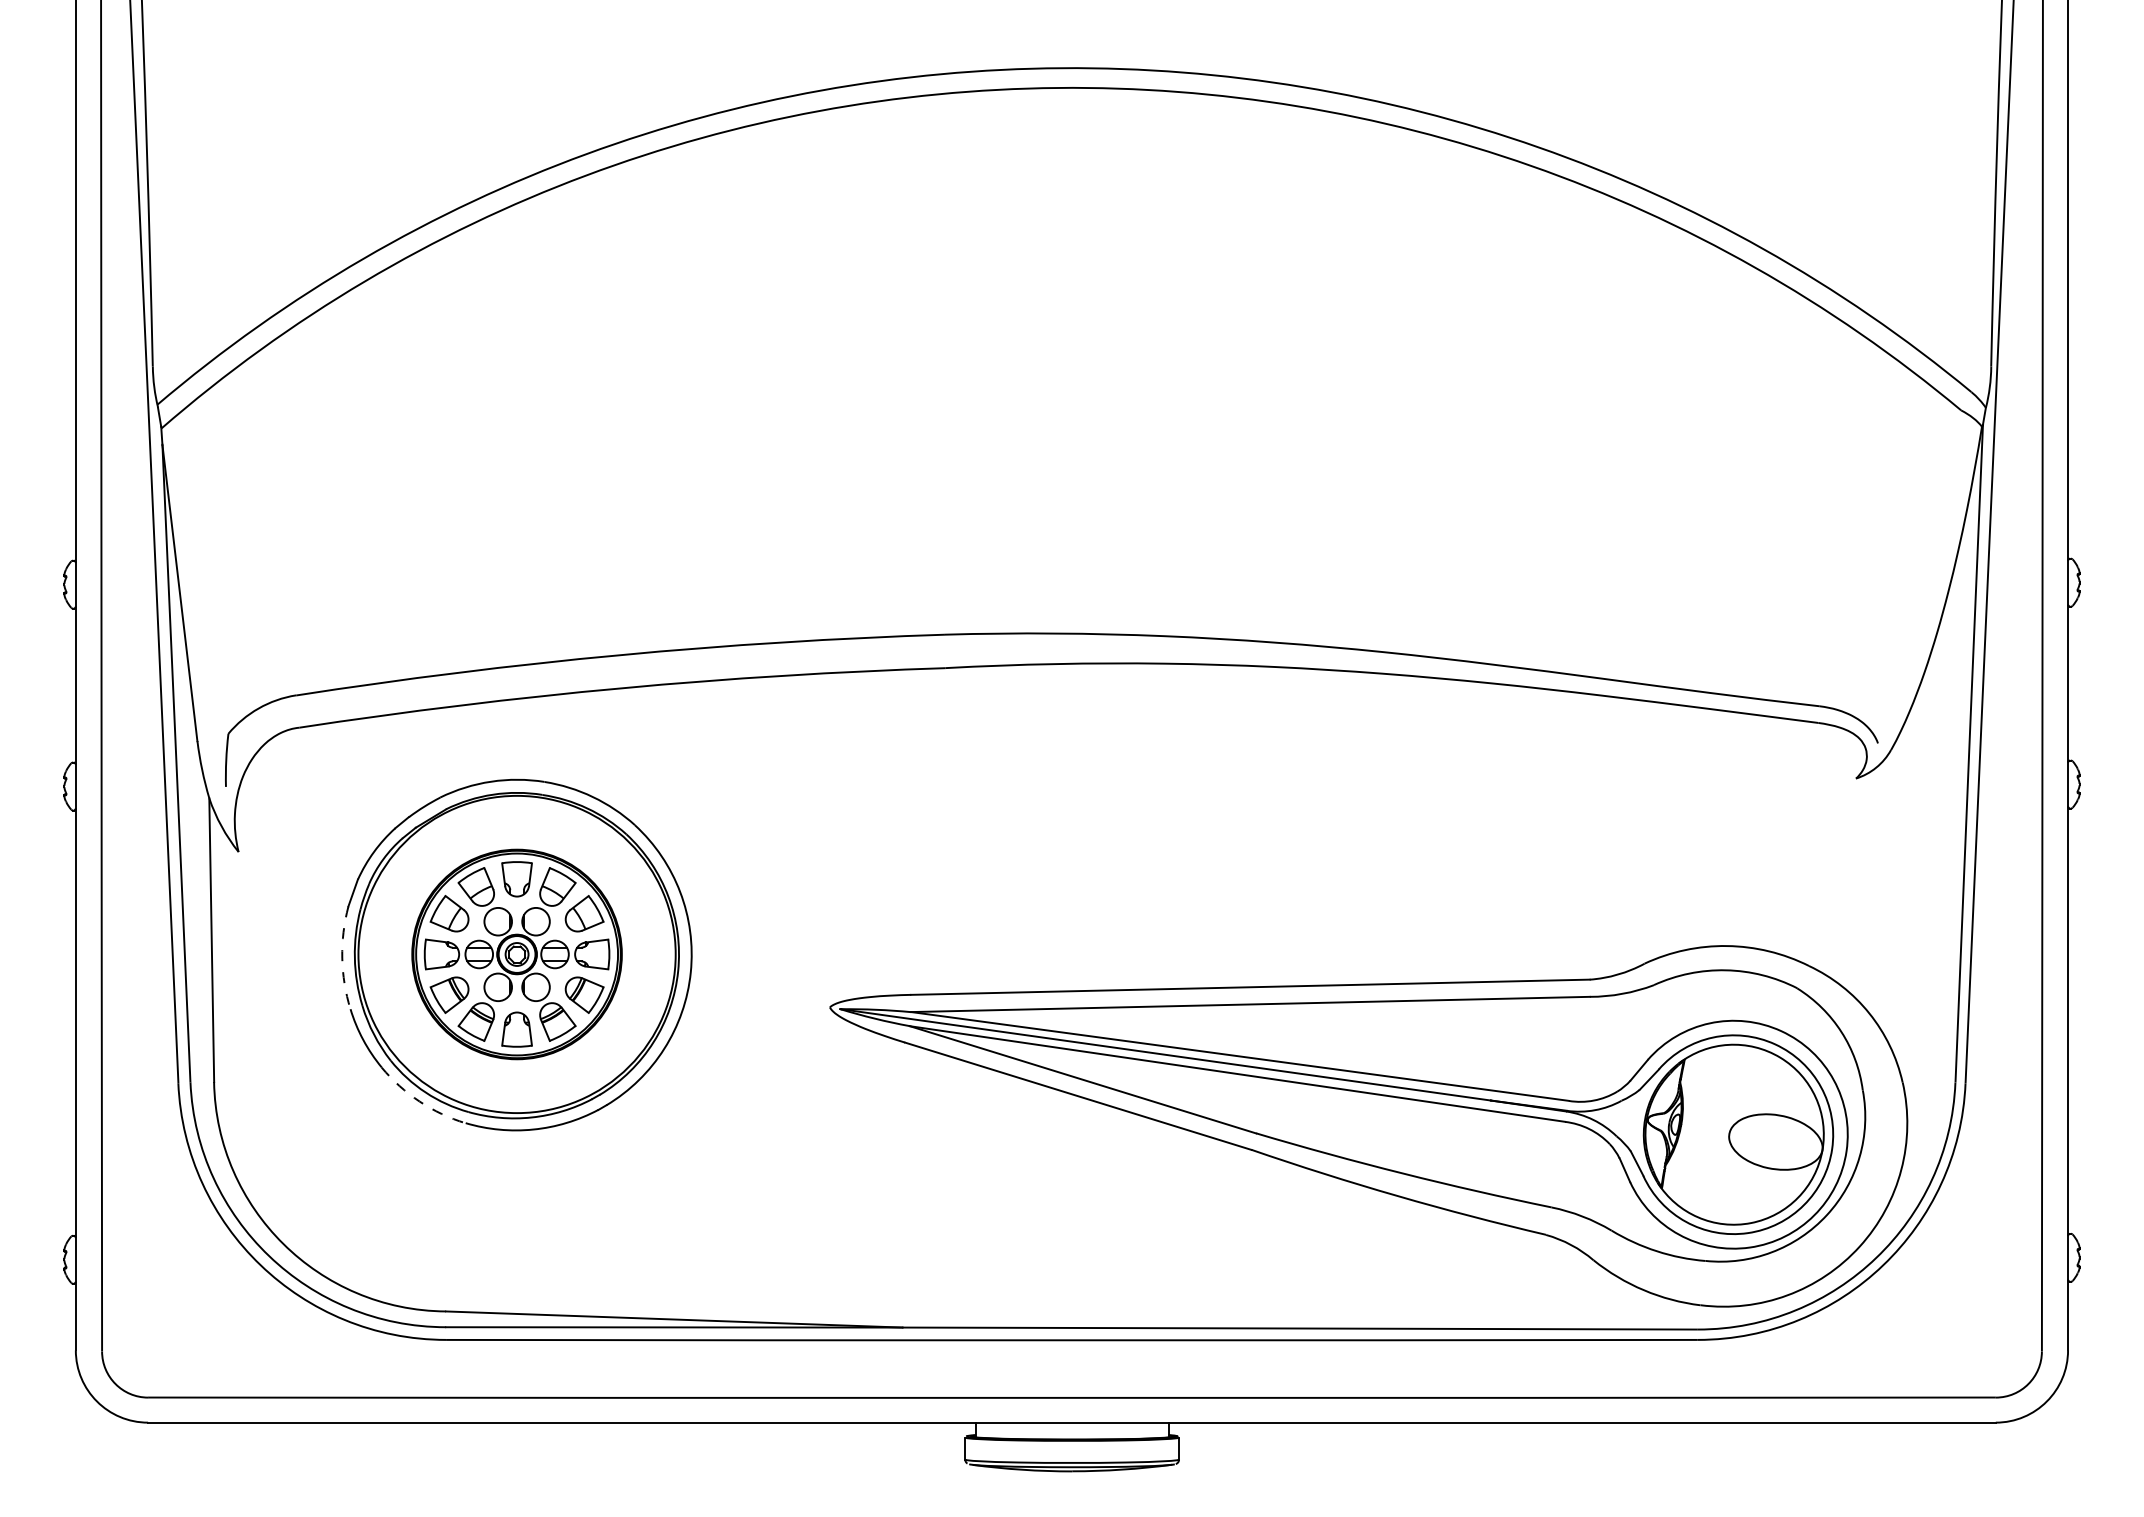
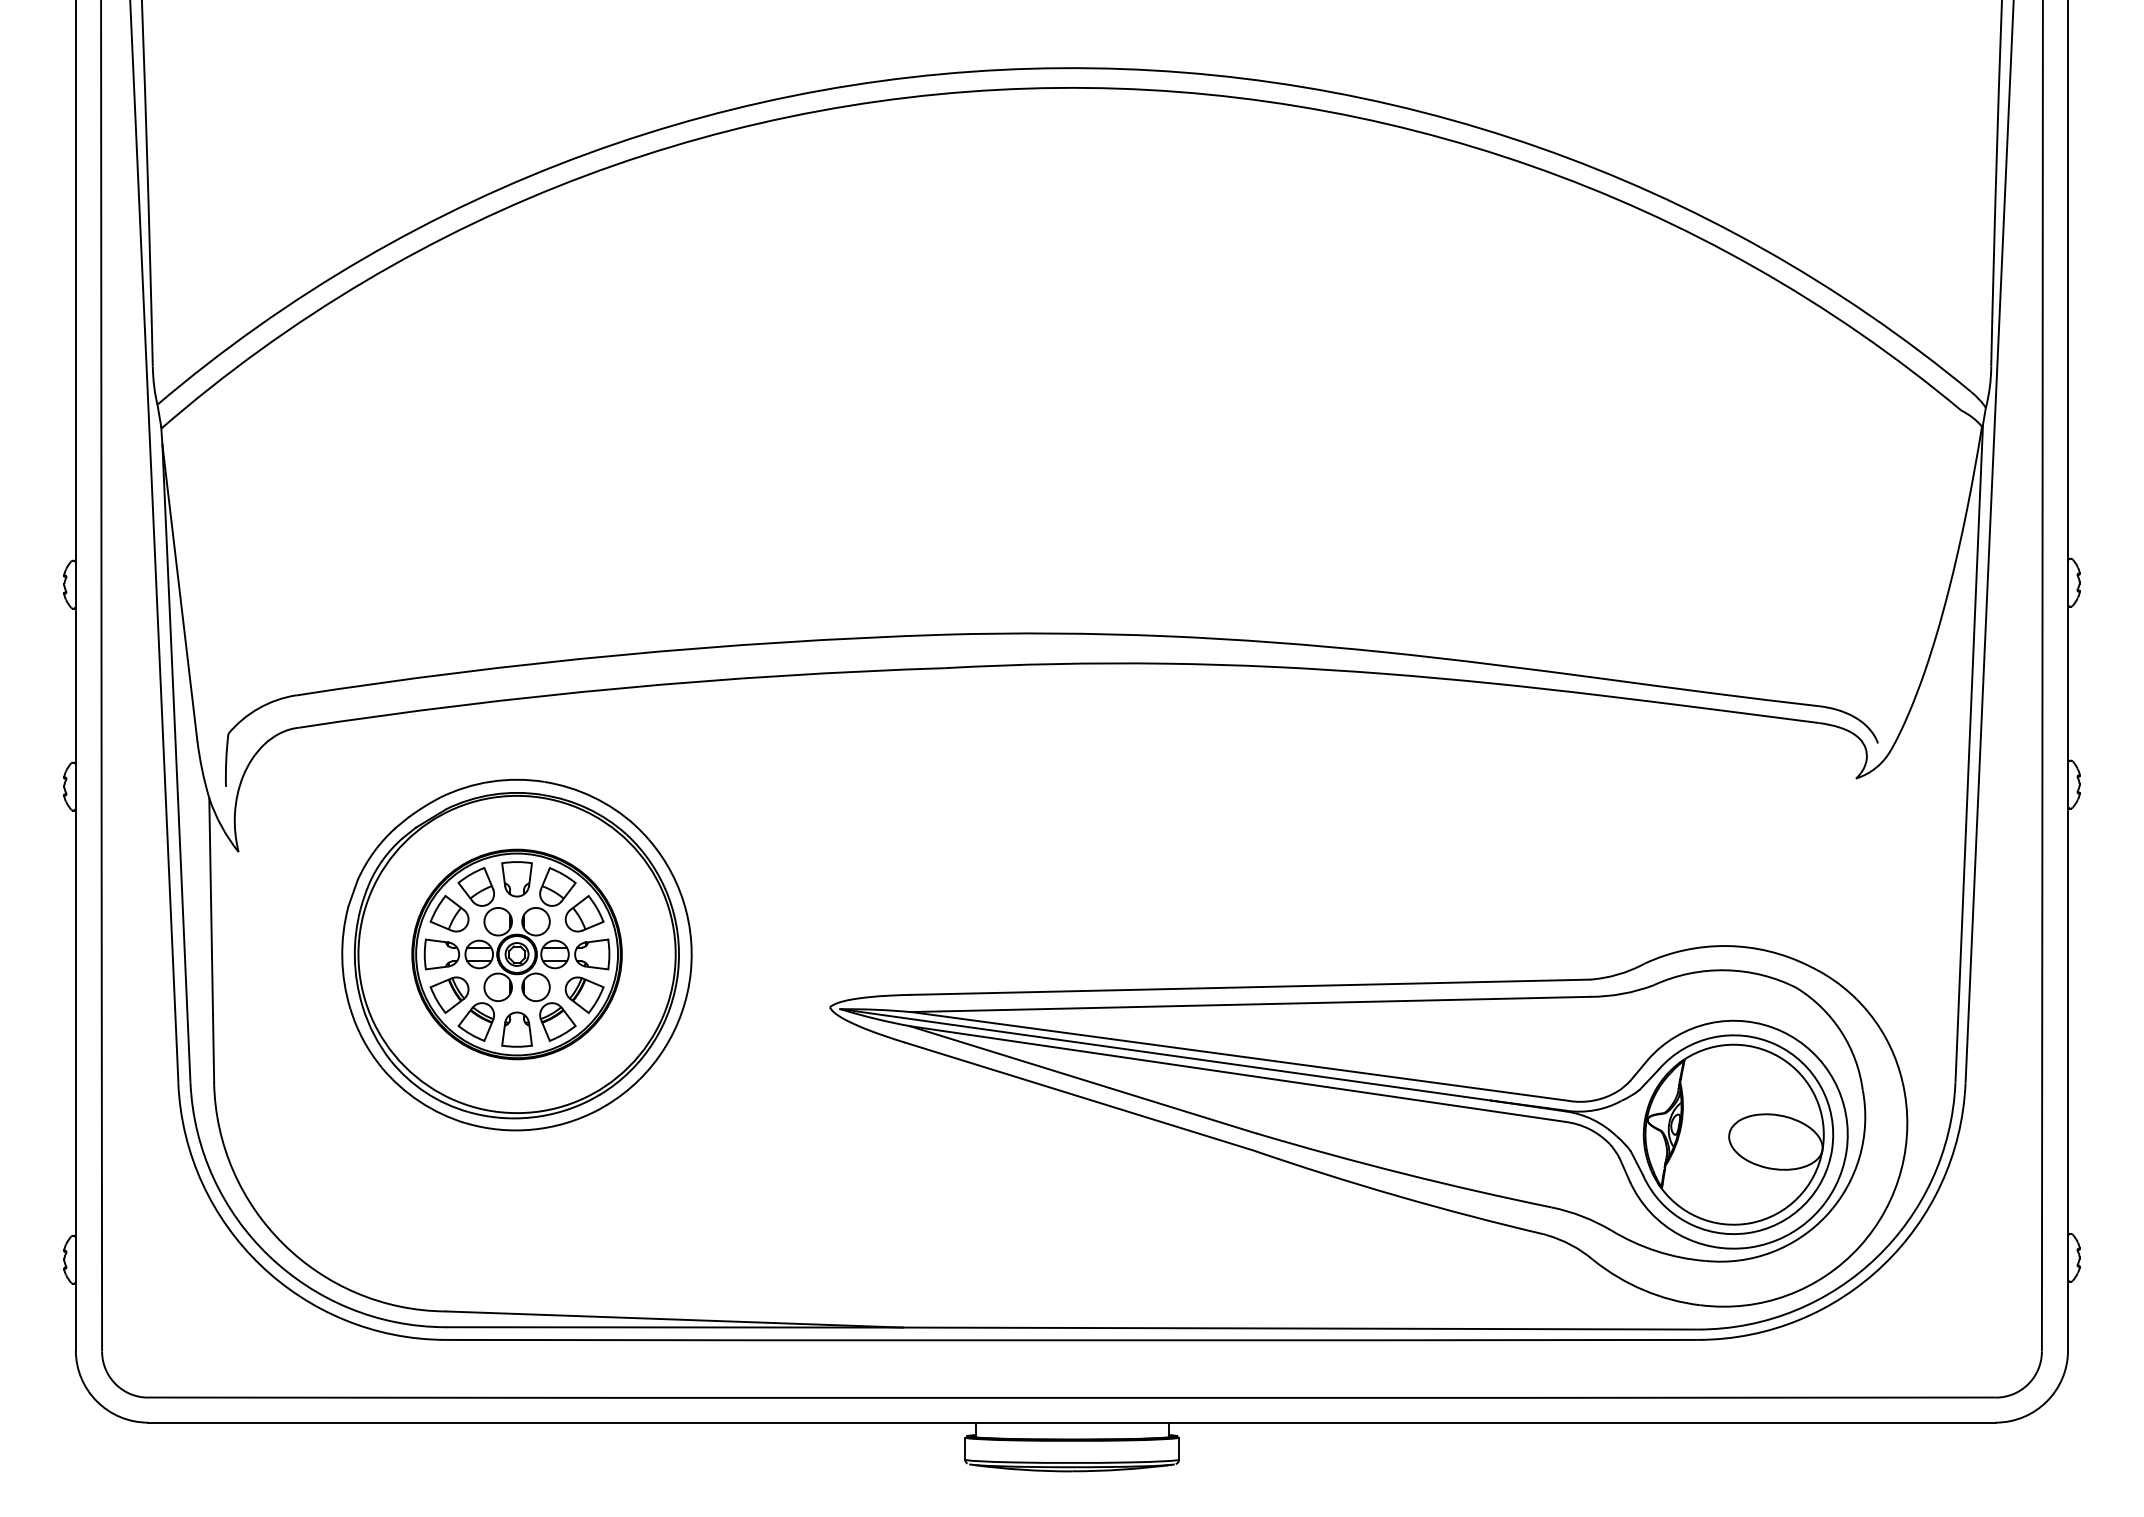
arc at (342, 958): dashed -> solid
arc at (419, 1101): dashed -> solid
